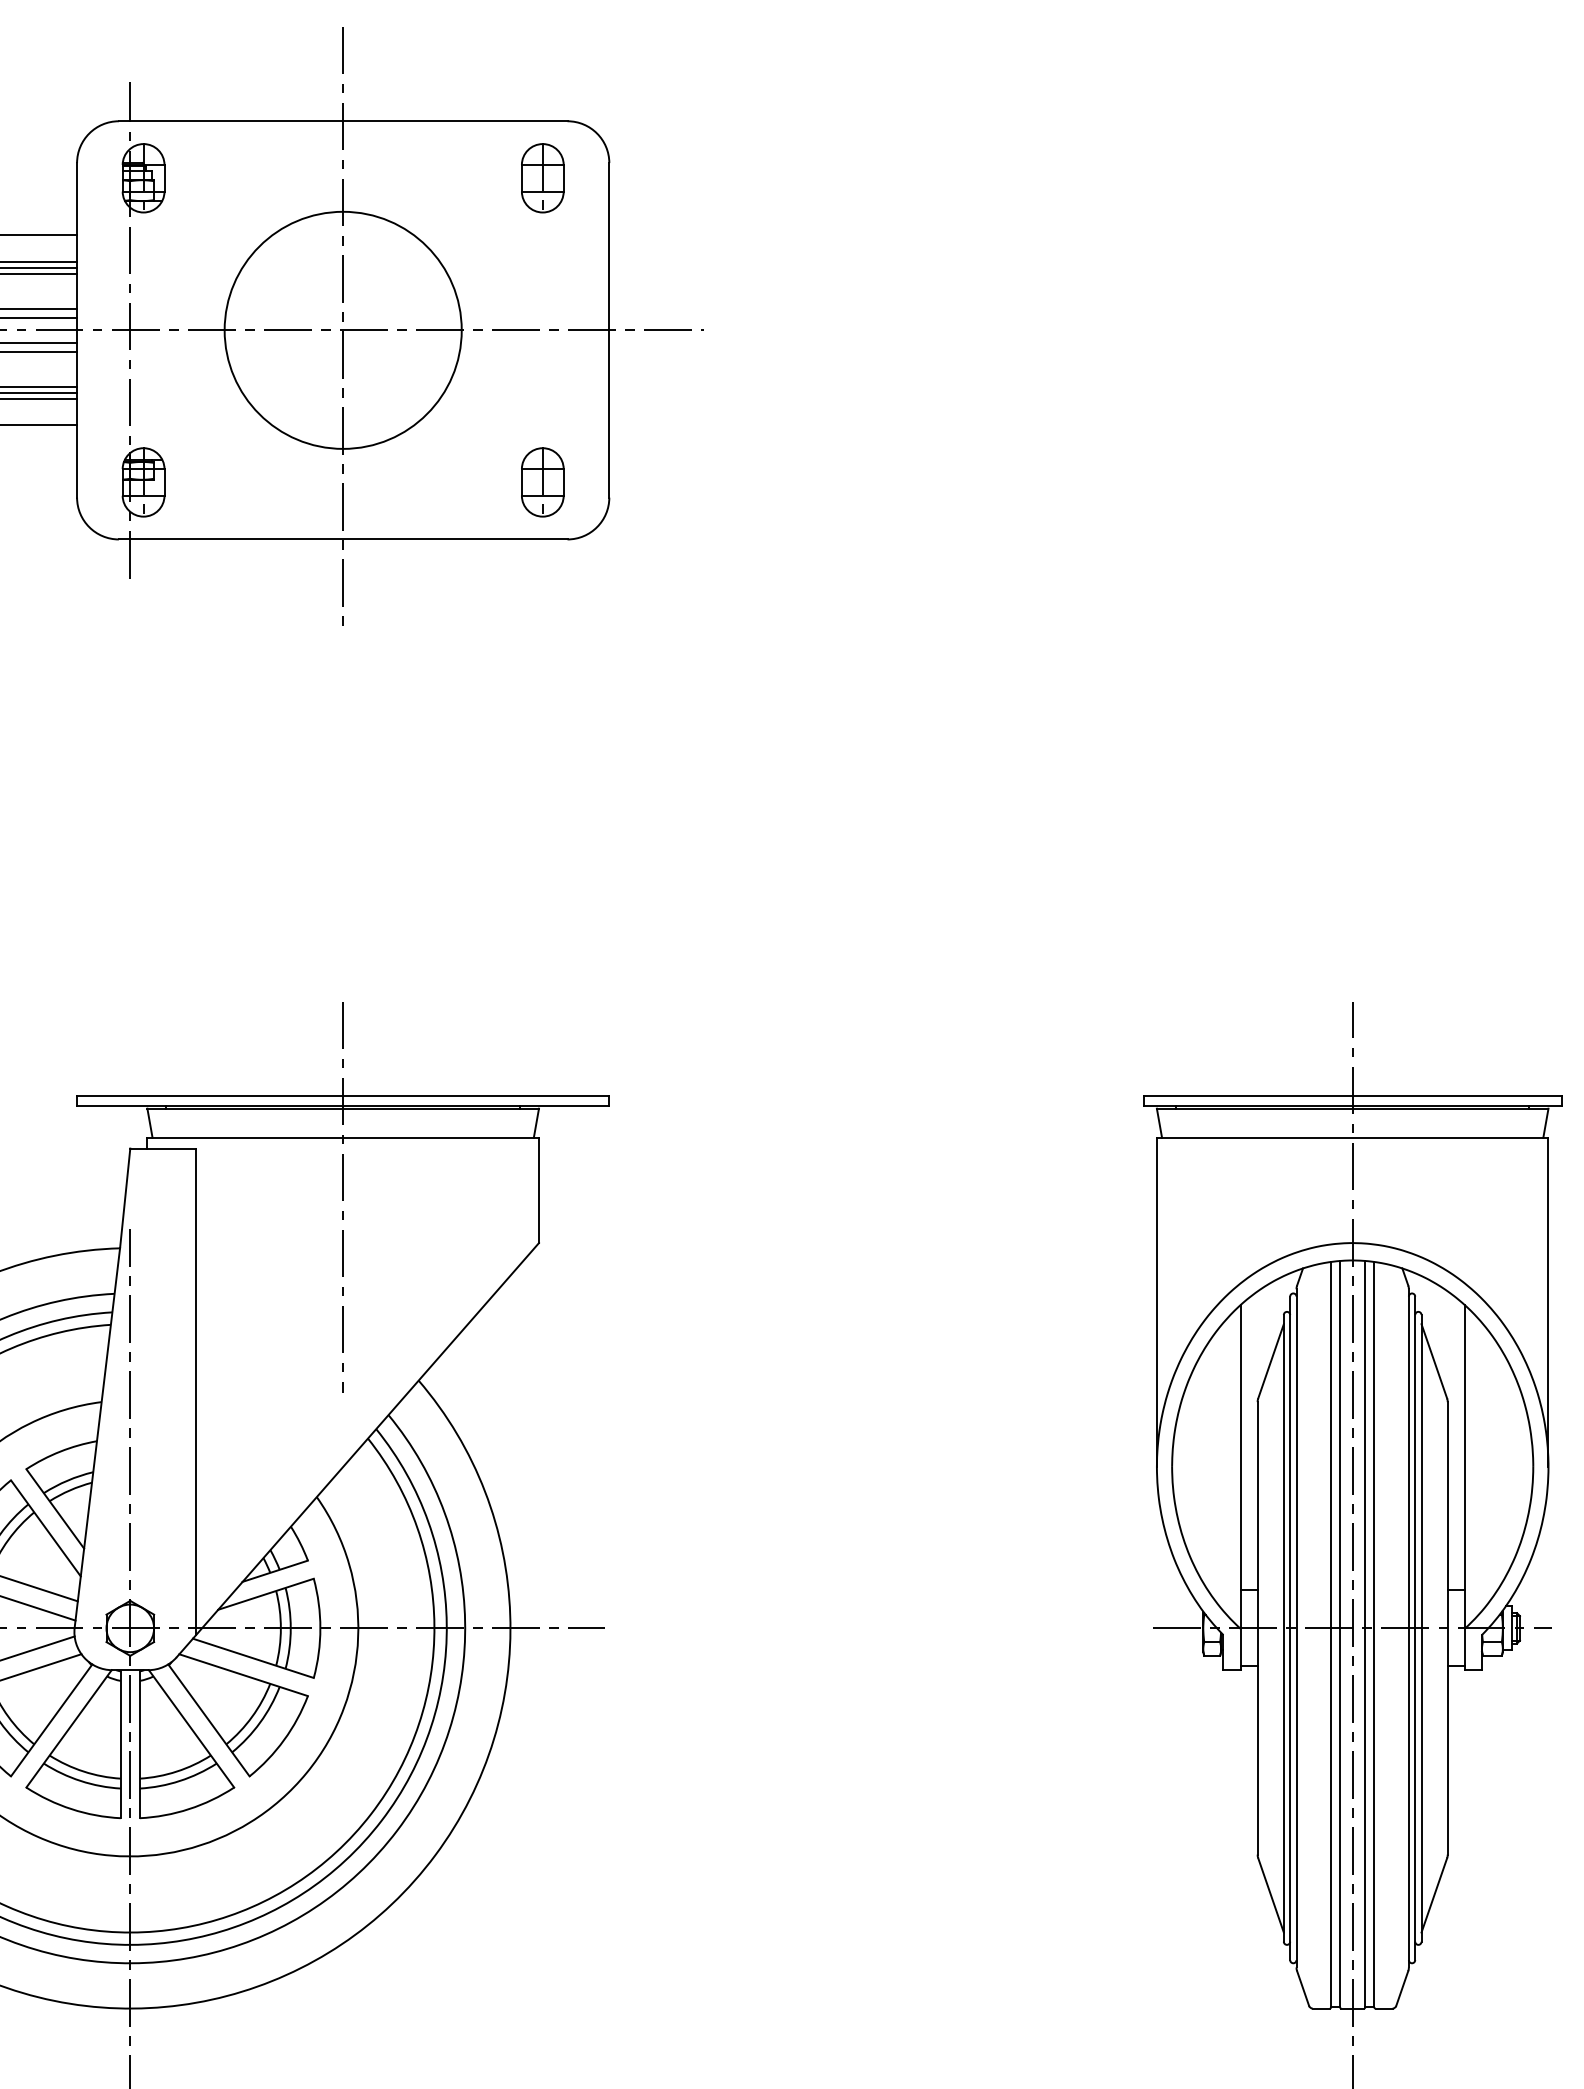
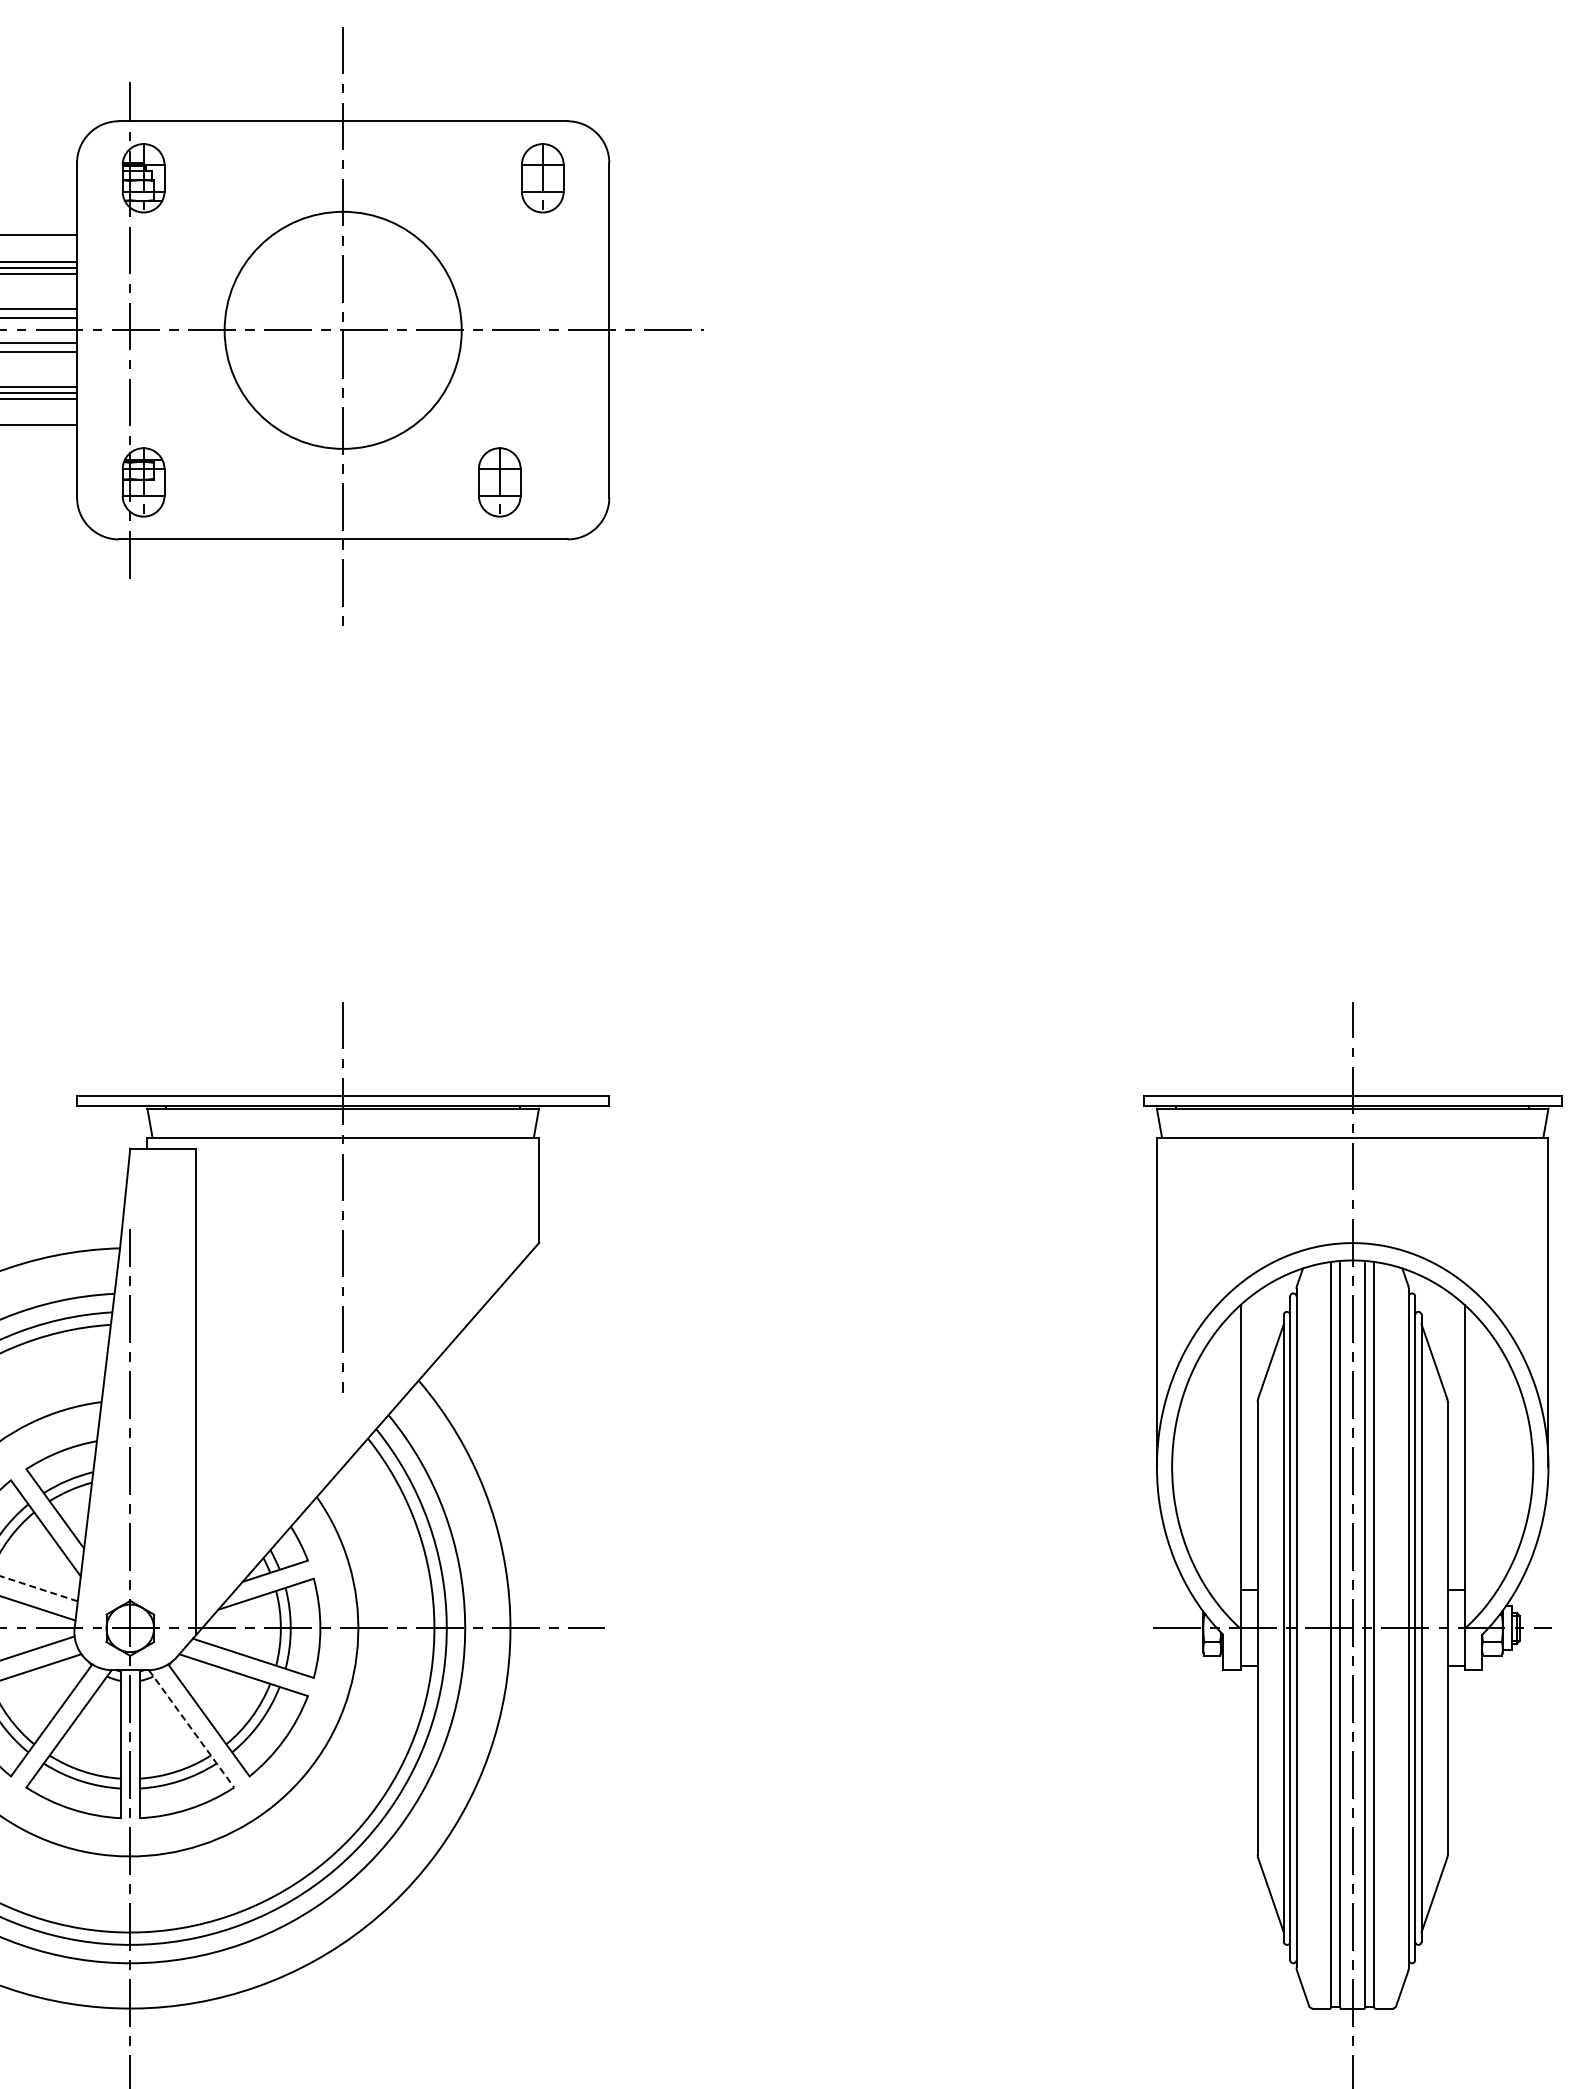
part at (542, 482) position: (542, 482) -> (499, 482)
line at (38, 1588): solid -> dashed
line at (191, 1728): solid -> dashed
